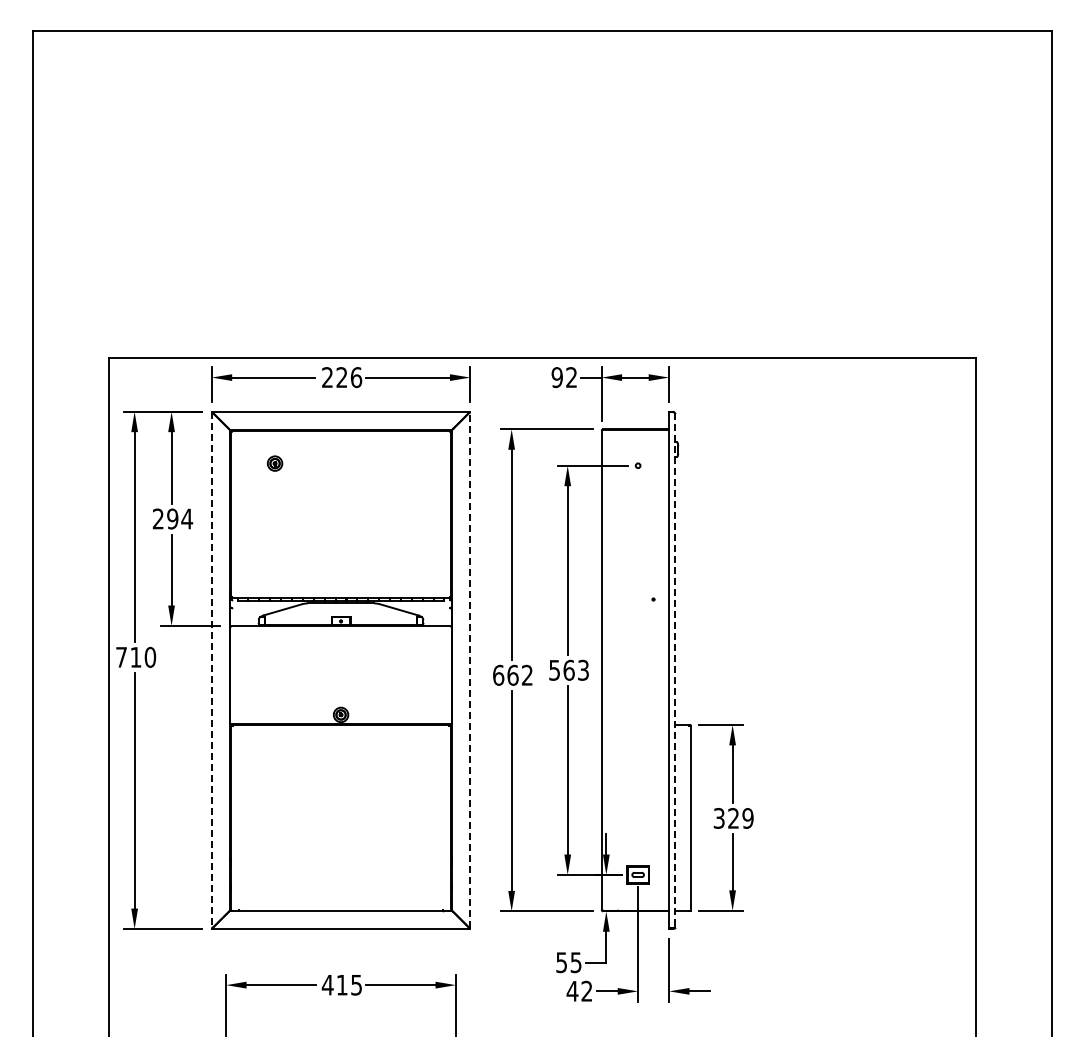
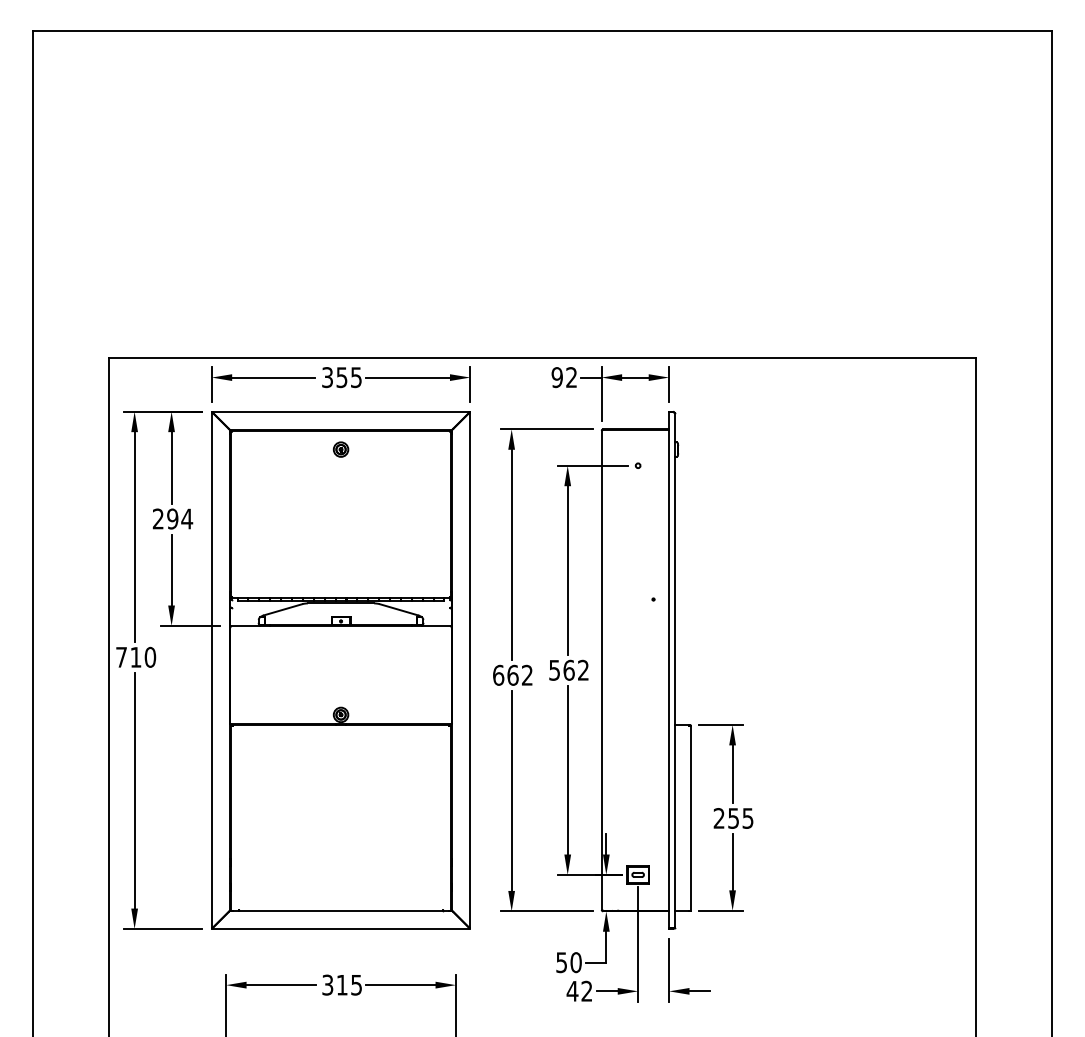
text at (342, 377): 226 -> 355
part at (274, 463) position: (274, 463) -> (340, 449)
line at (211, 670): dashed -> solid
line at (470, 670): dashed -> solid
text at (583, 670): 563 -> 562
line at (674, 670): dashed -> solid
text at (733, 818): 329 -> 255
text at (575, 962): 55 -> 50
text at (327, 984): 415 -> 315
